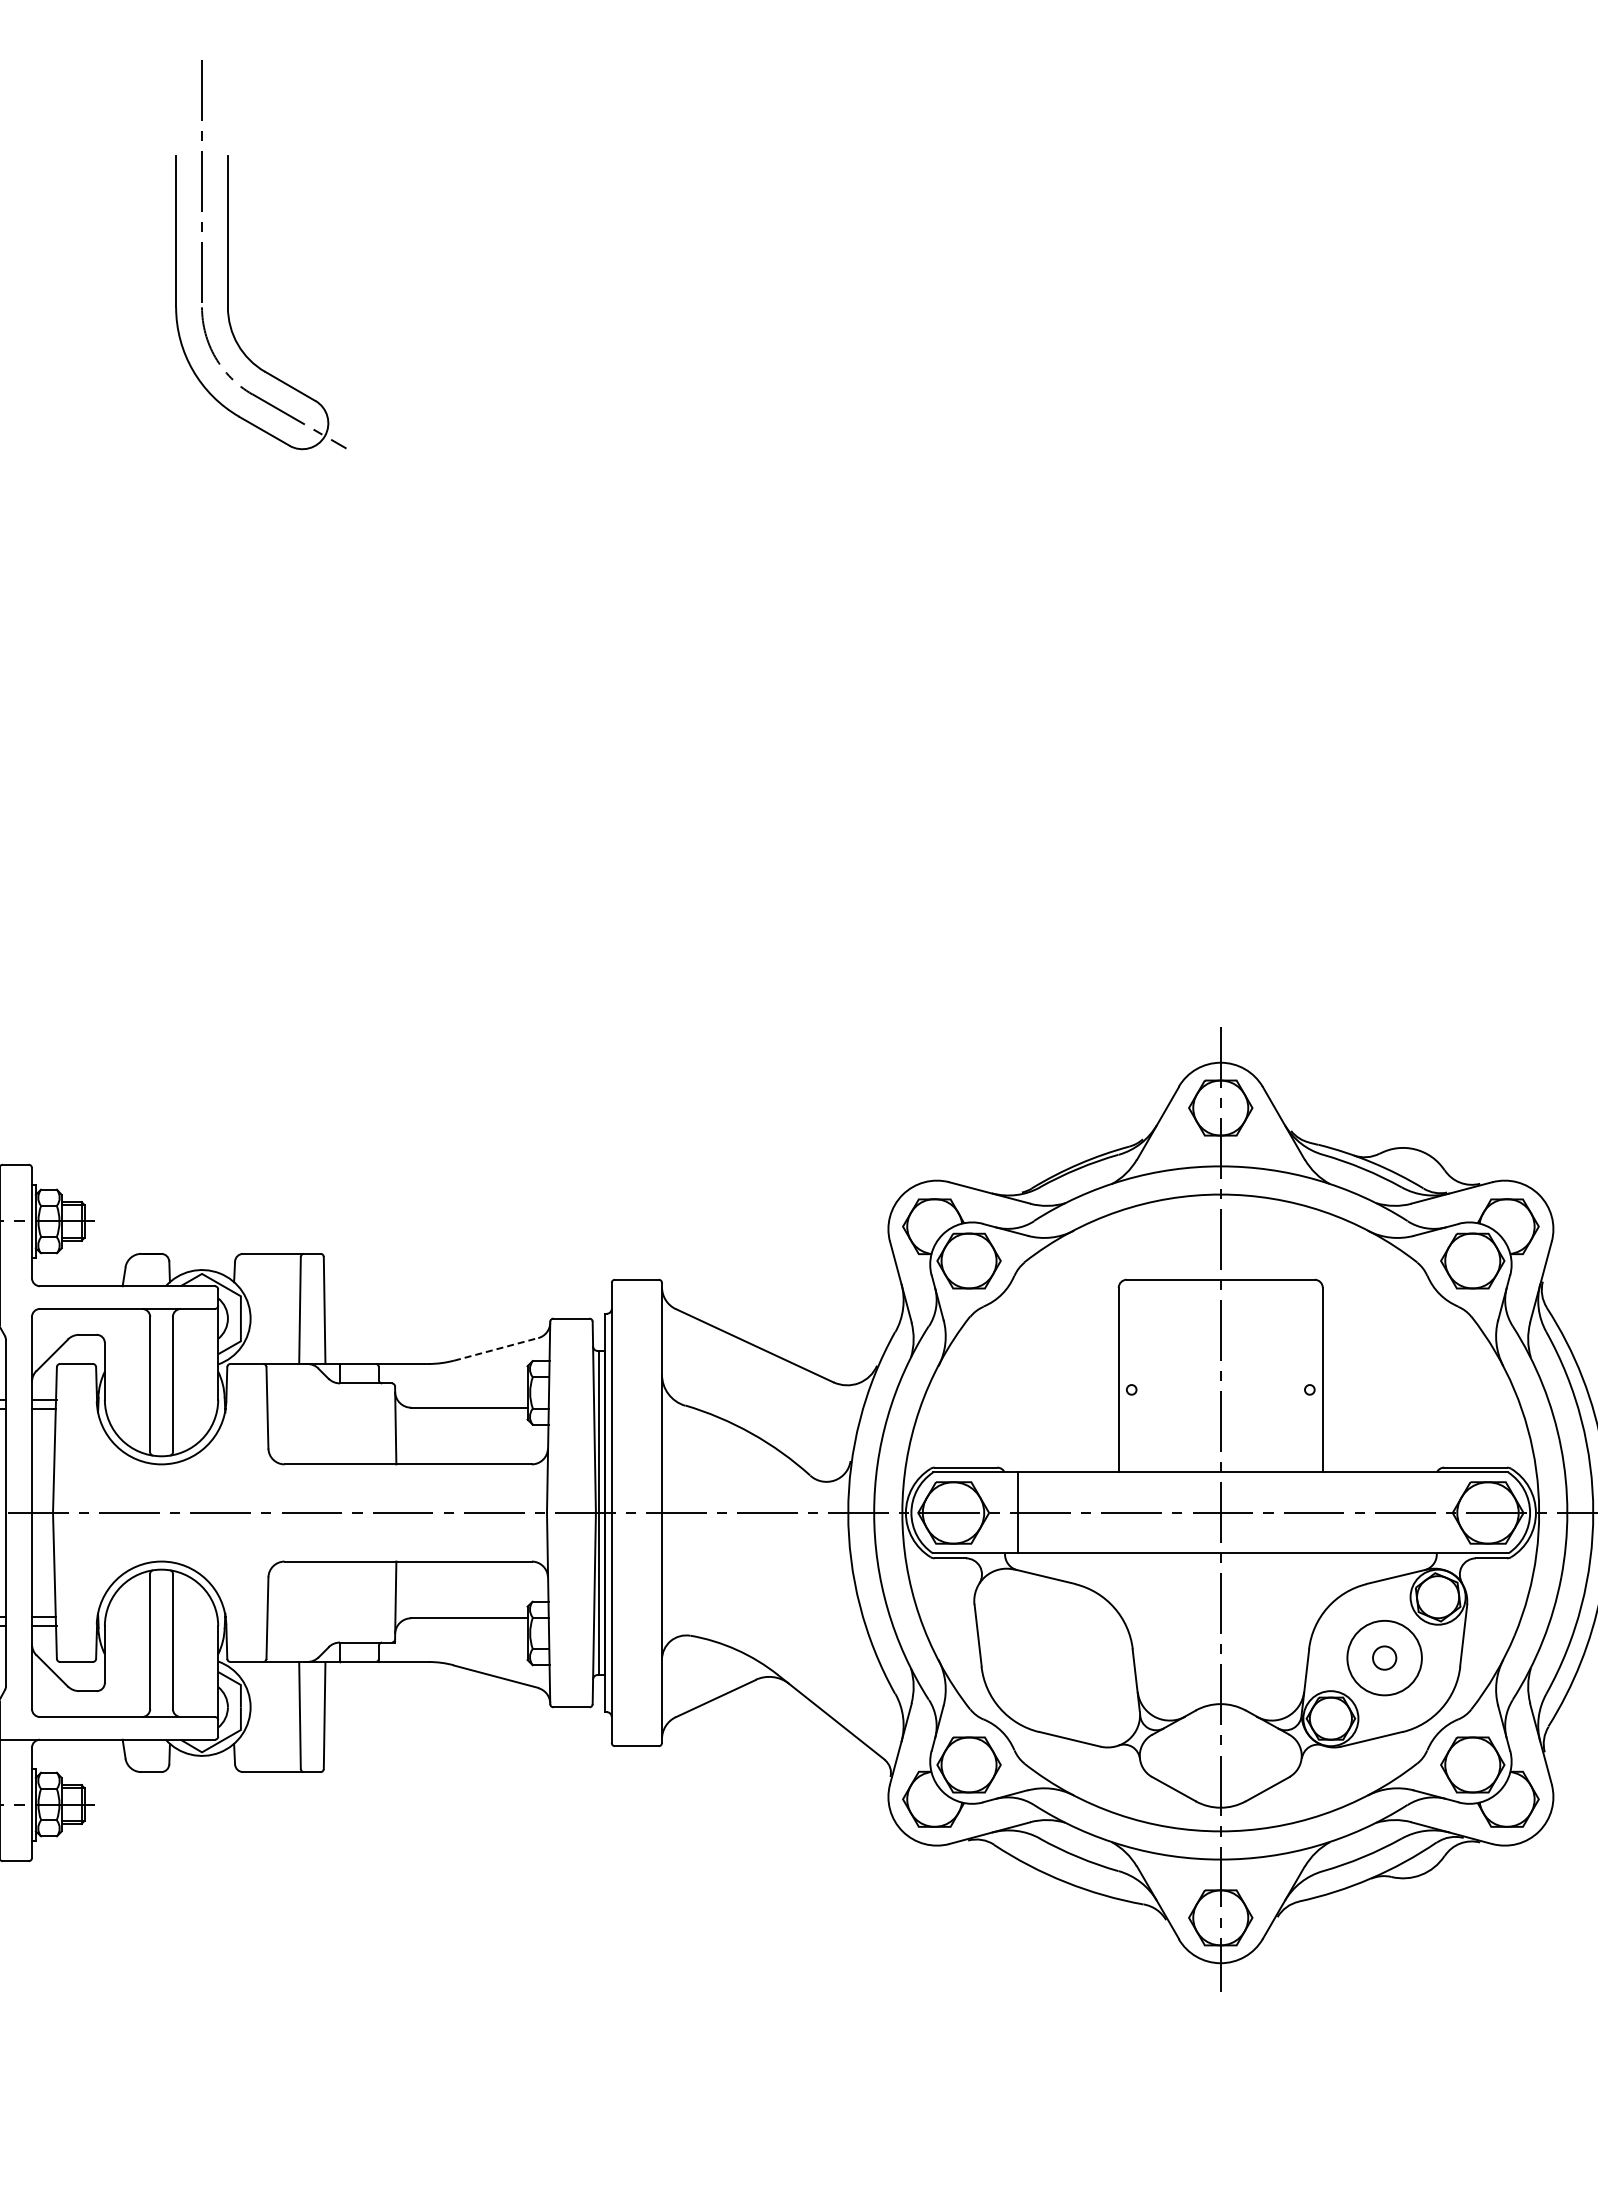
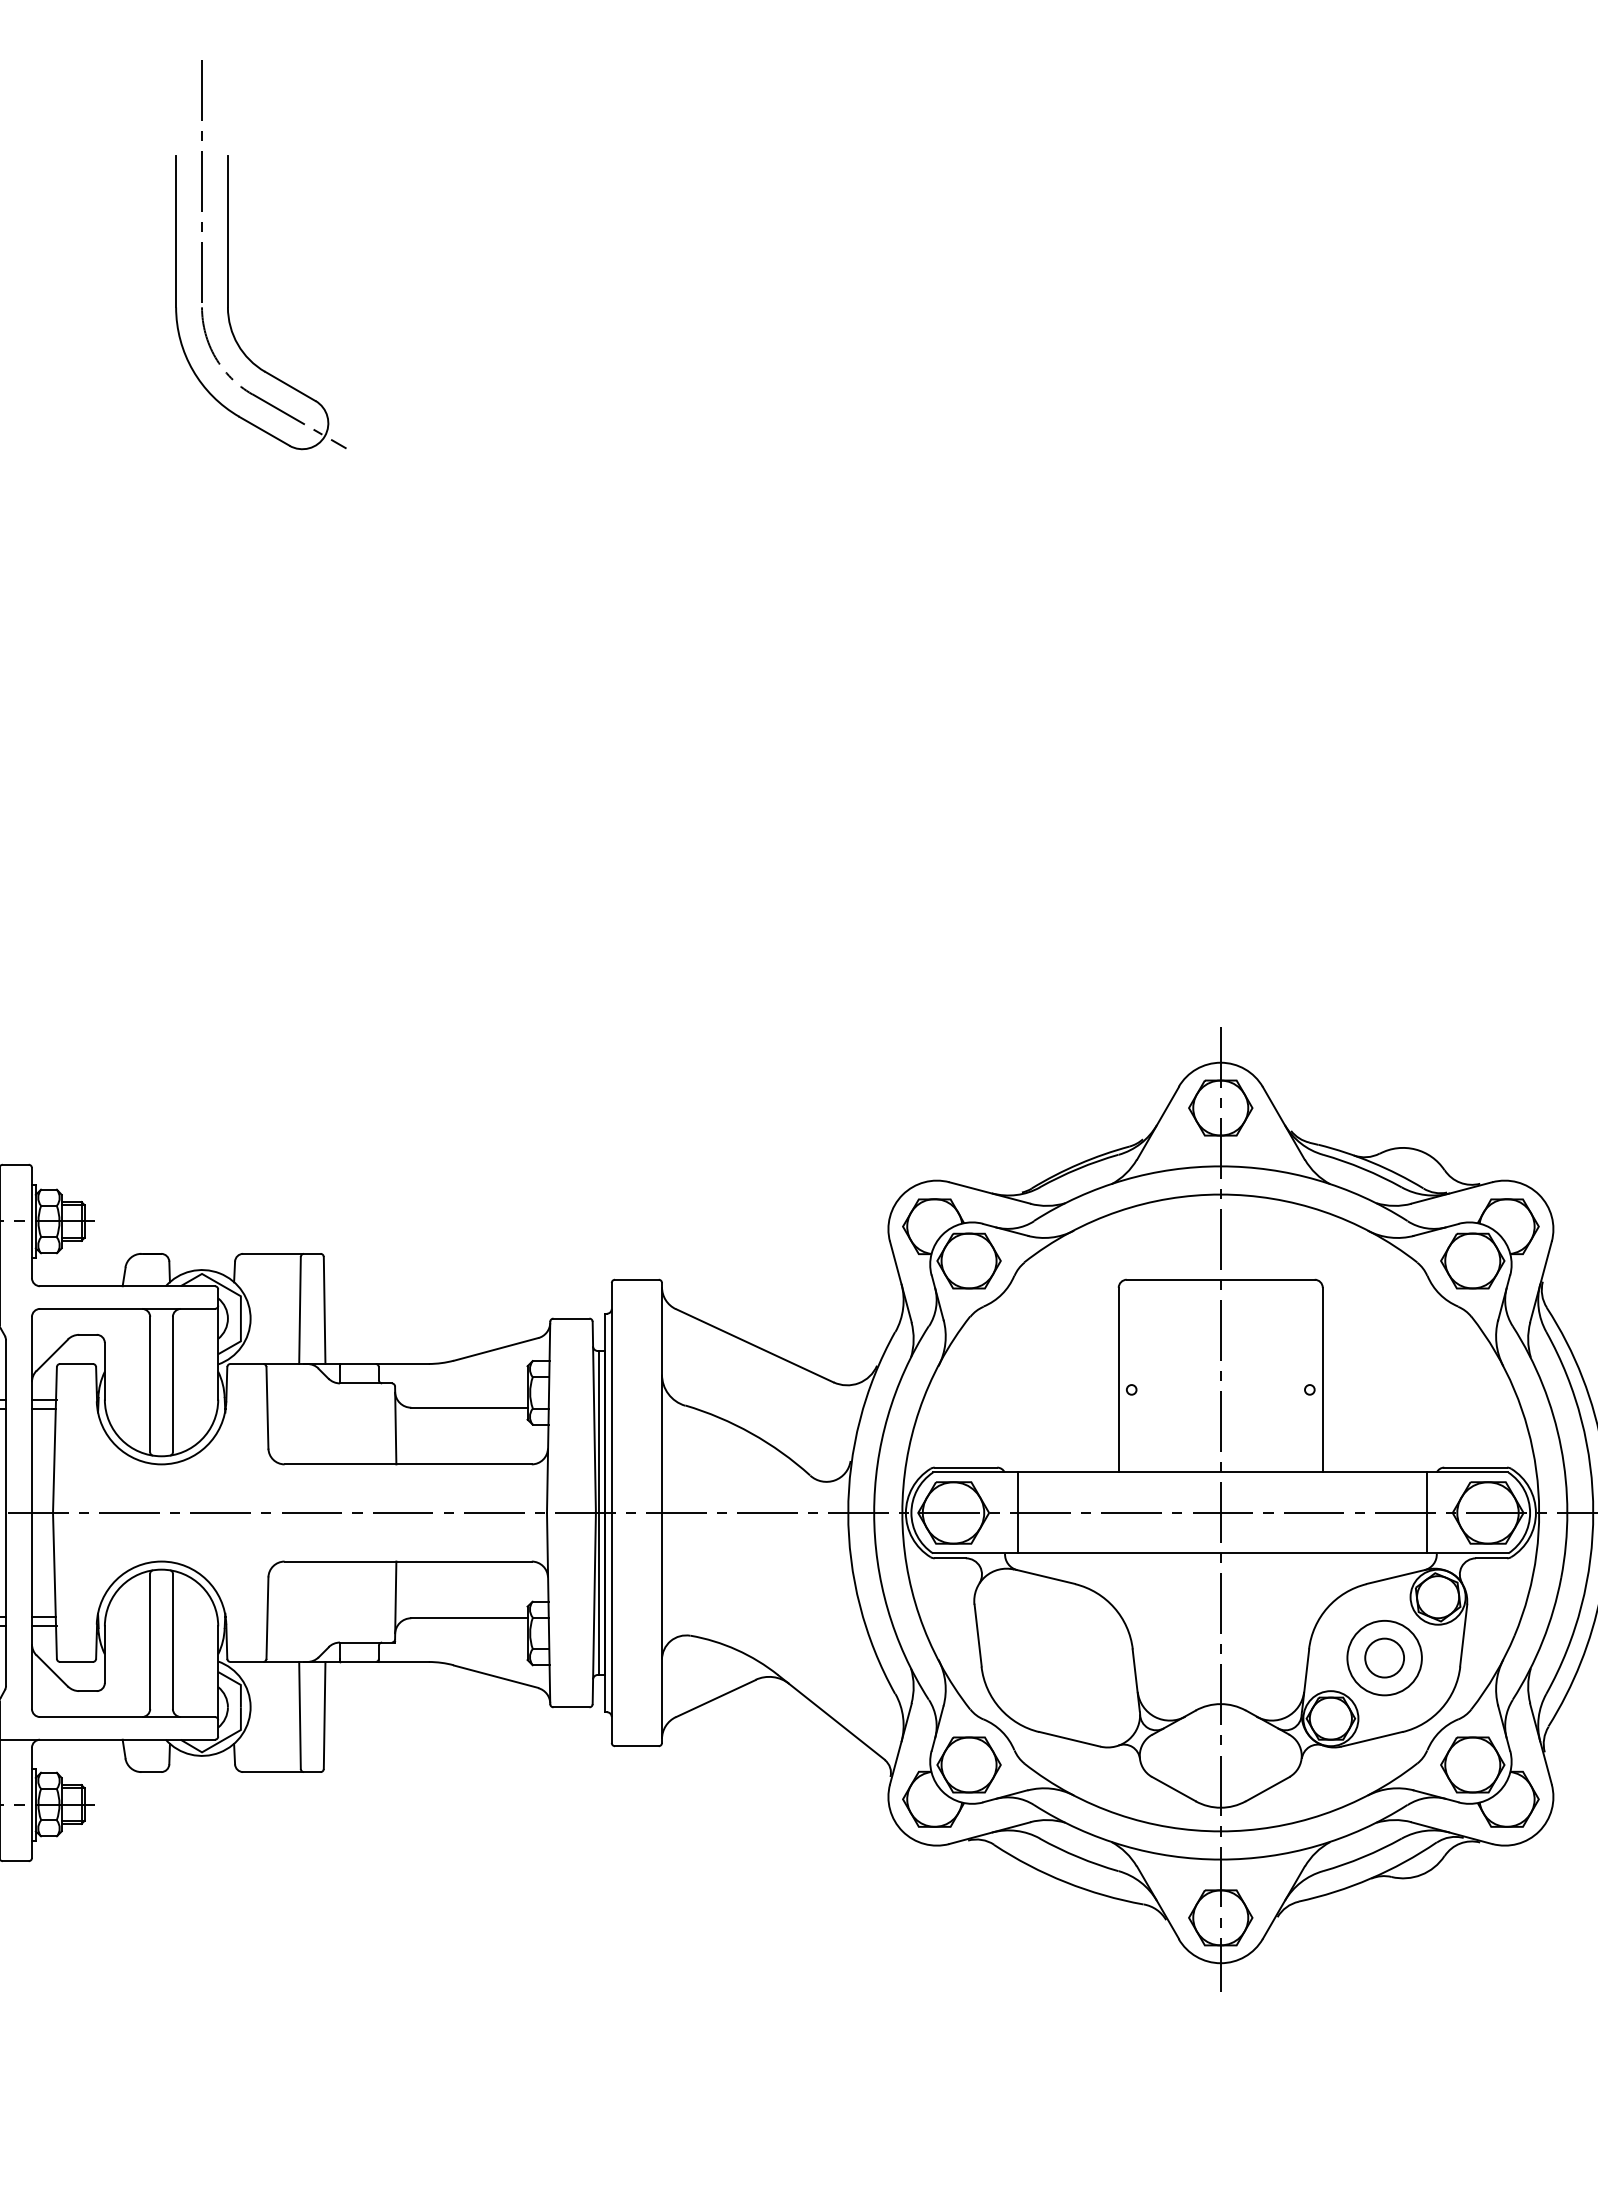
line at (496, 1349): dashed -> solid
line at (1427, 1512): none -> present
circle at (1384, 1657) diameter: 23 px -> 39 px
